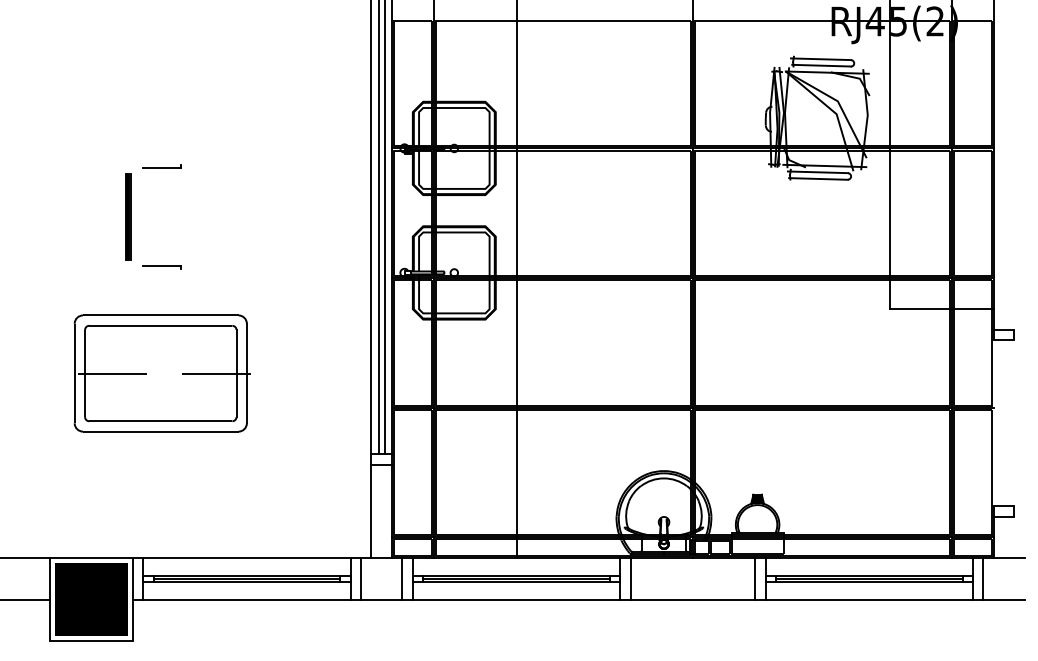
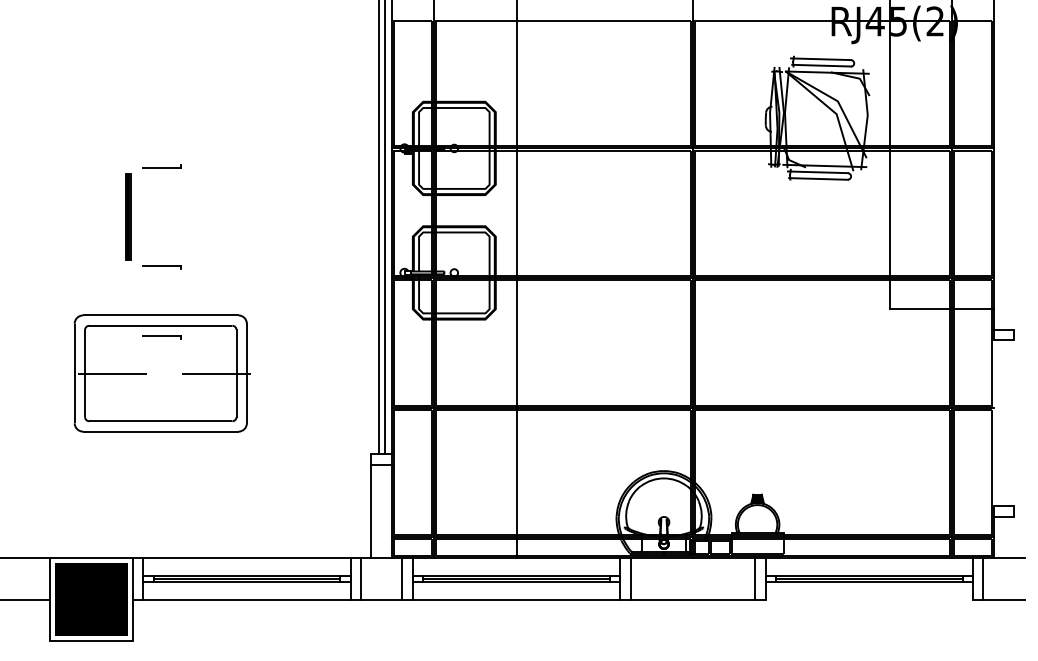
line at (371, 228): present -> none
part at (161, 337): none -> present
line at (868, 599): present -> none
